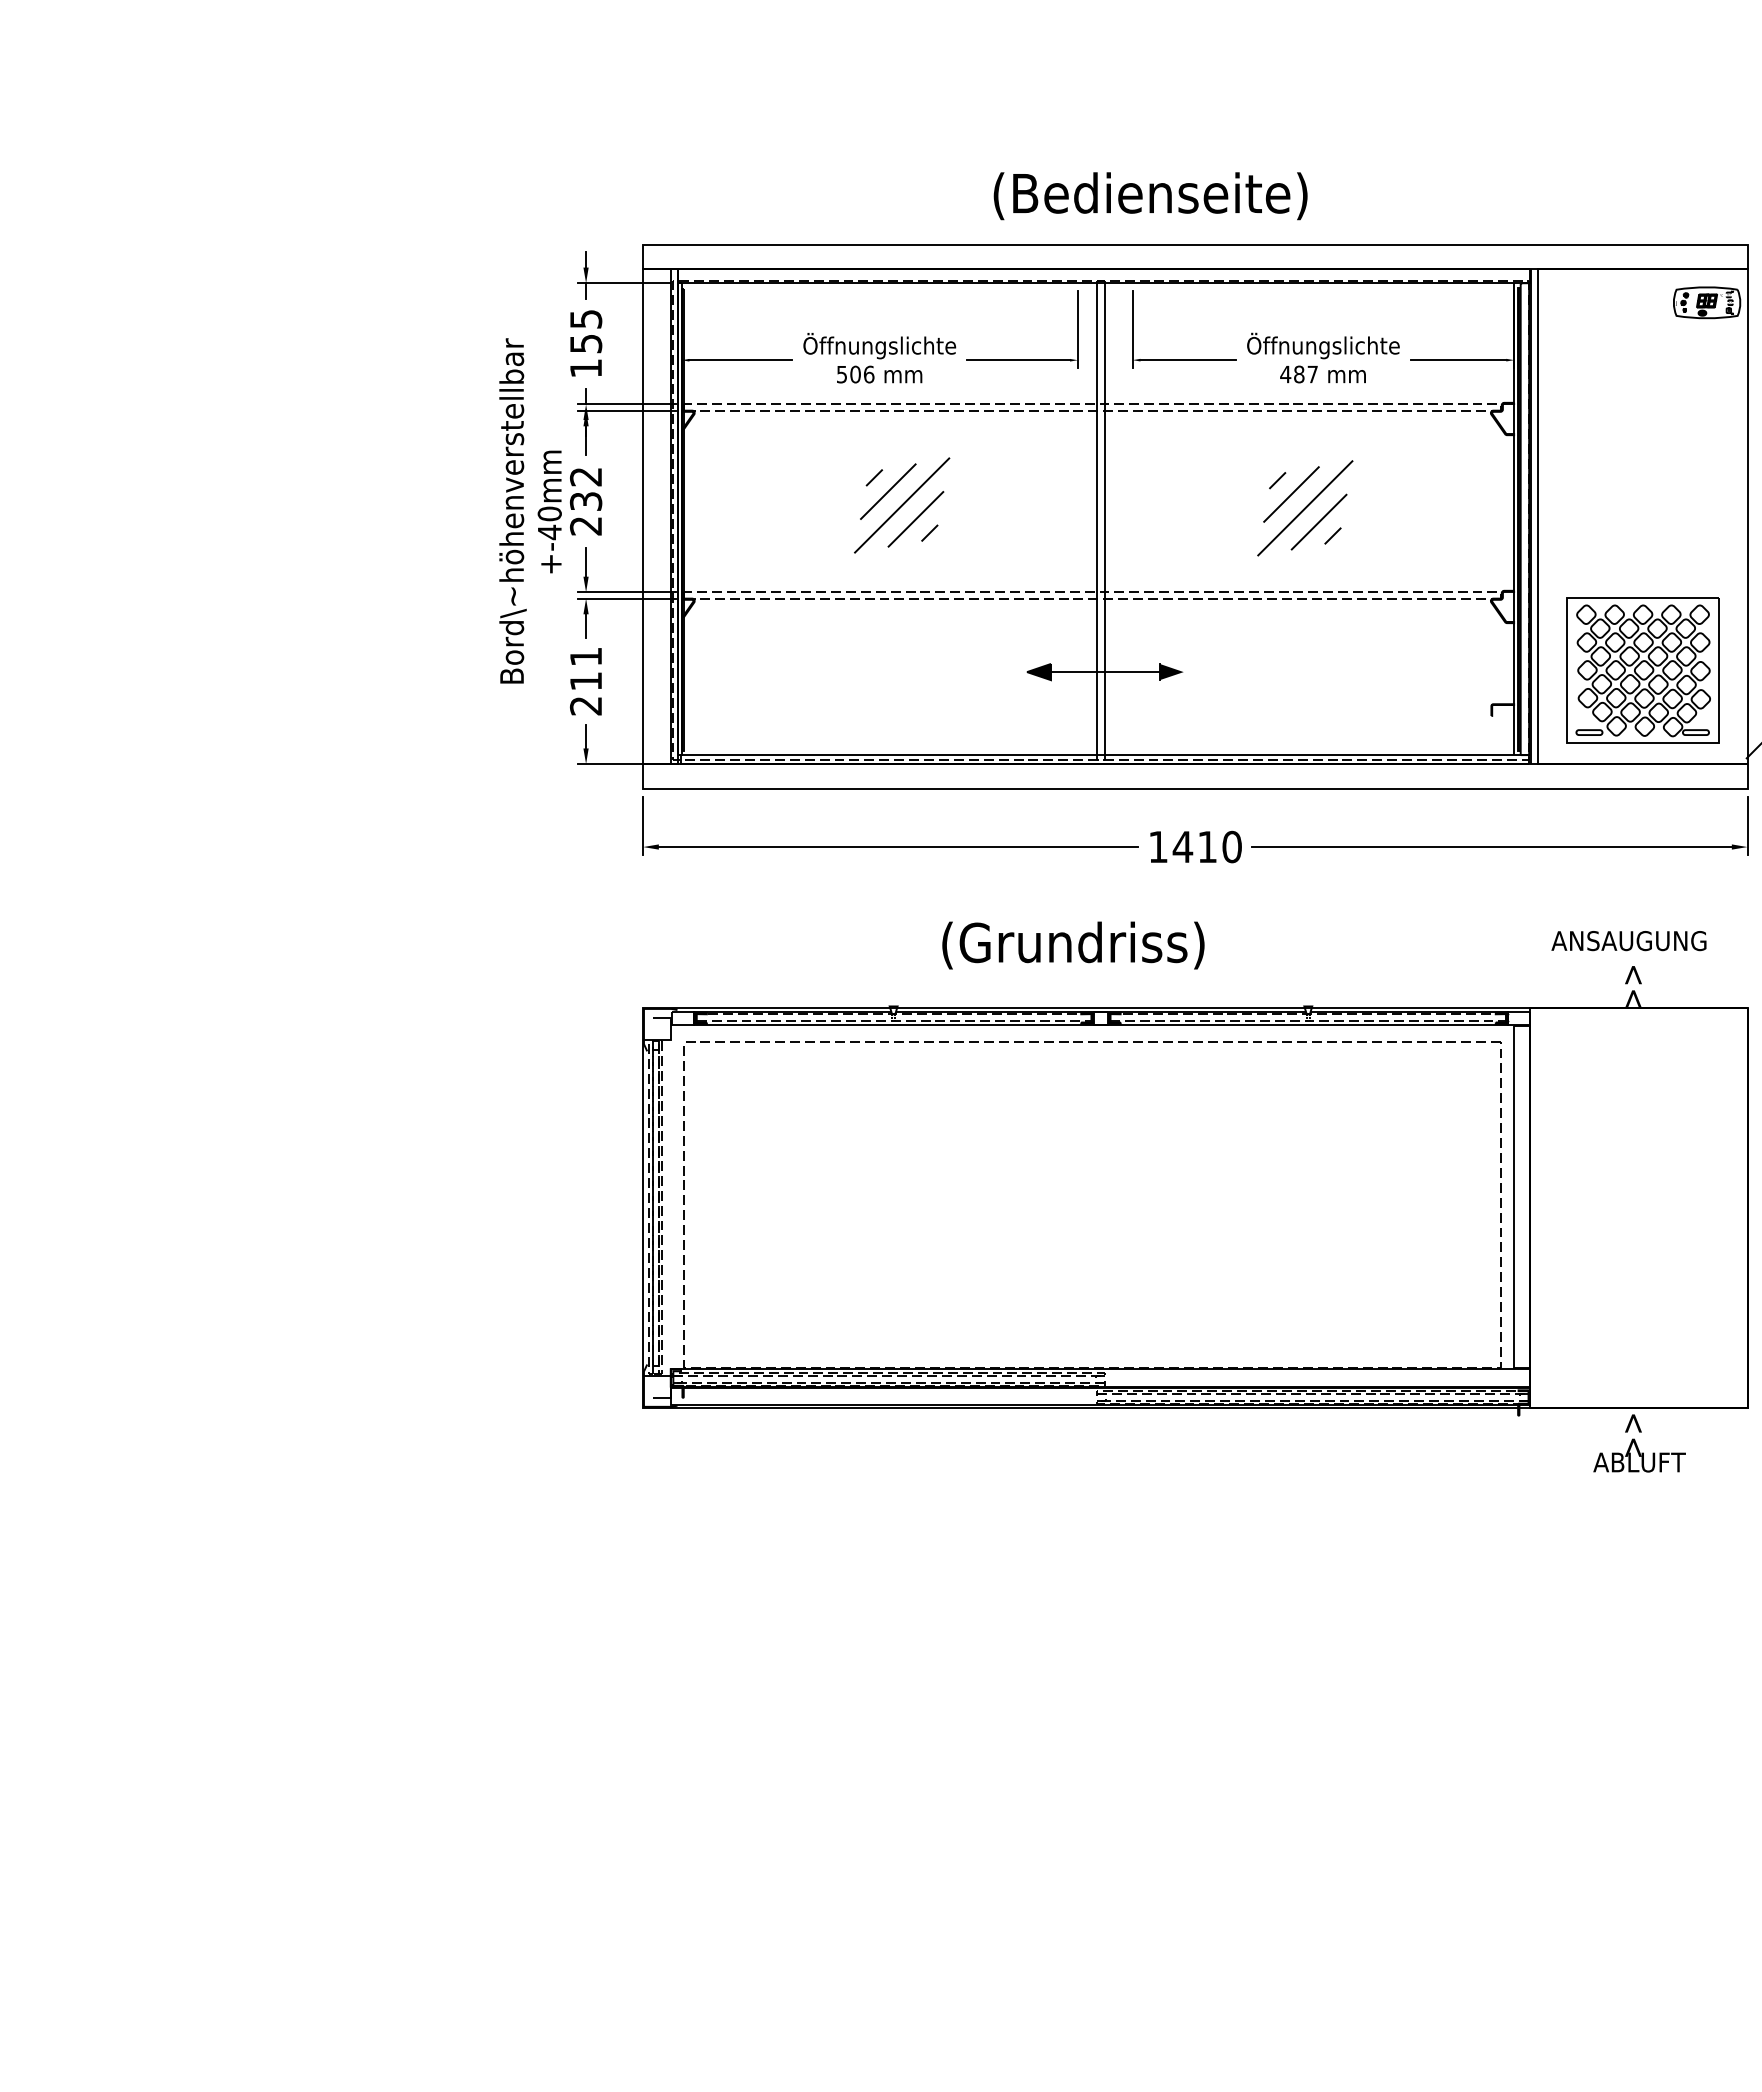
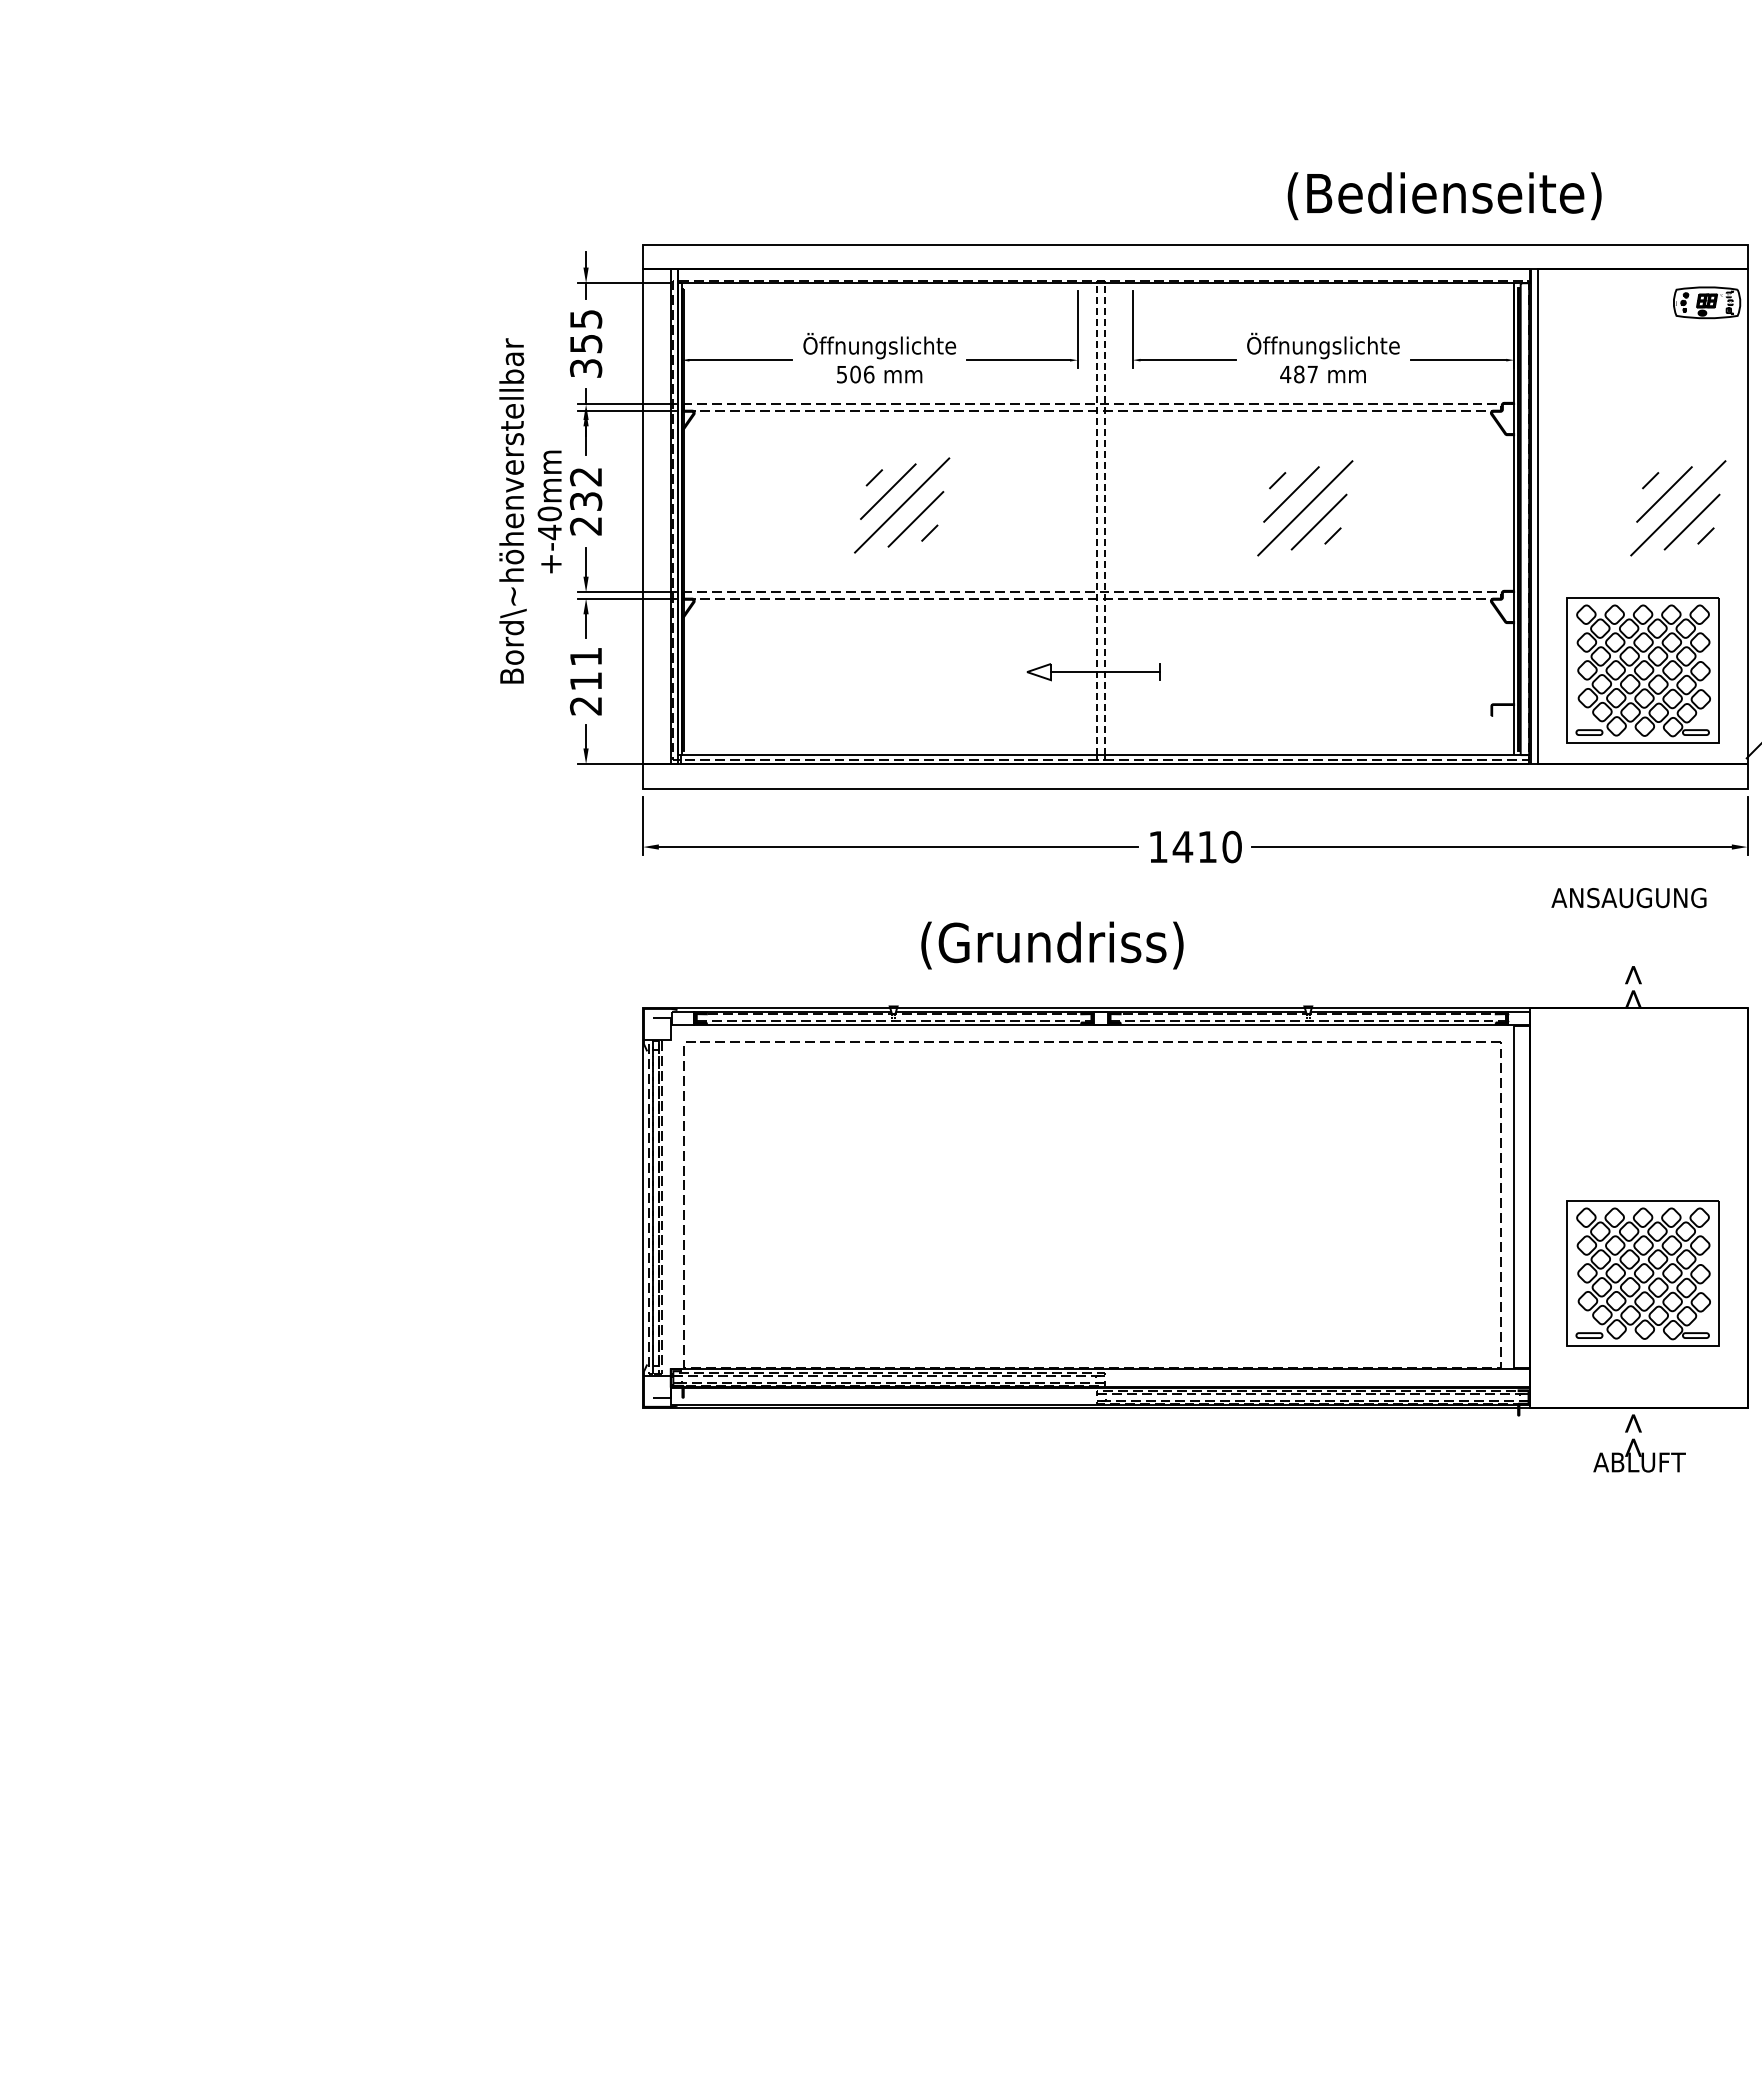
text at (1150, 196) position: (1150, 196) -> (1444, 196)
text at (585, 368): 155 -> 355
part at (1678, 508): none -> present
line at (1096, 519): solid -> dashed
line at (1104, 519): solid -> dashed
fill at (1039, 671): present -> none
fill at (1171, 671): present -> none
text at (1628, 941) position: (1628, 941) -> (1628, 898)
text at (1073, 945) position: (1073, 945) -> (1052, 945)
part at (1642, 1273): none -> present
